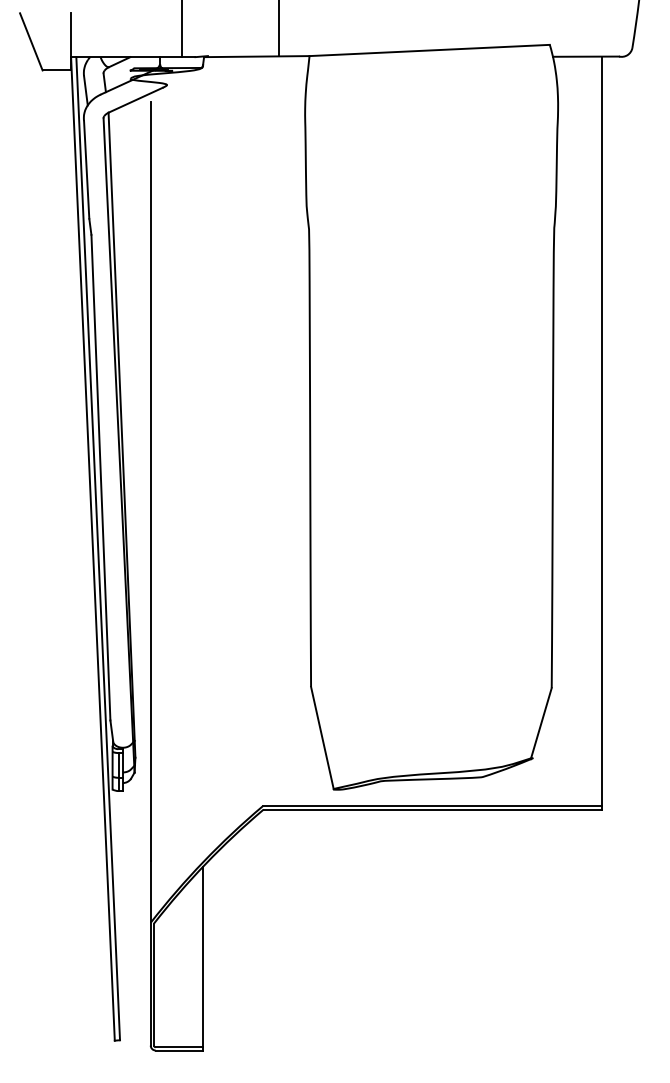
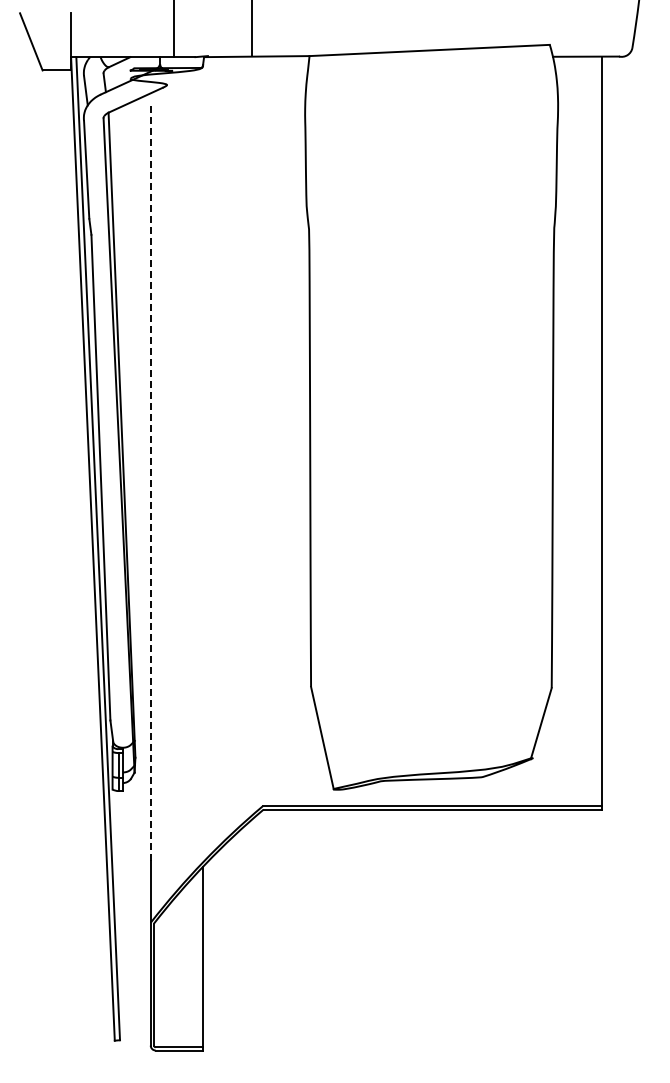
line at (182, 29) position: (182, 29) -> (174, 29)
line at (279, 29) position: (279, 29) -> (252, 29)
line at (150, 480): solid -> dashed
